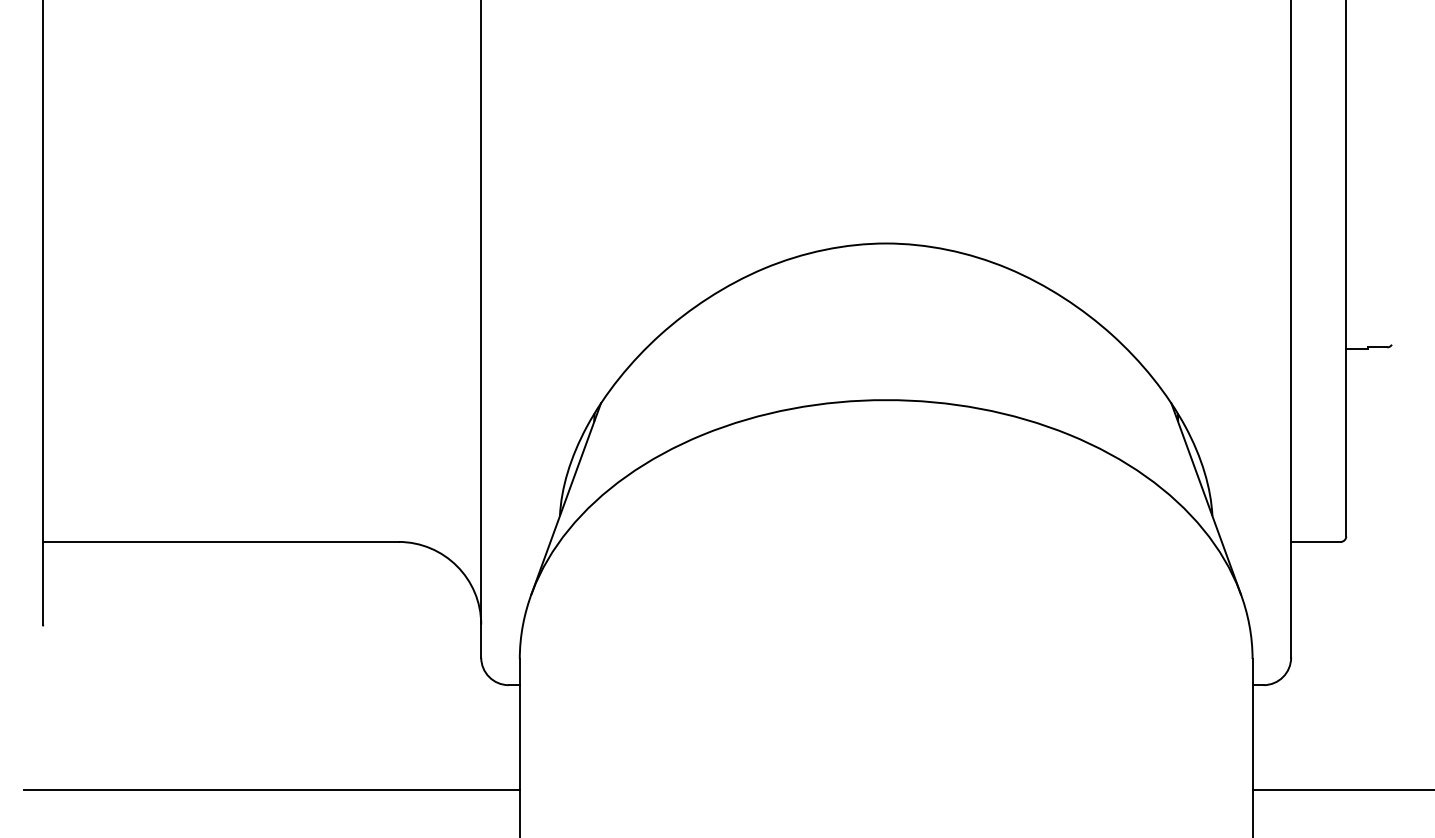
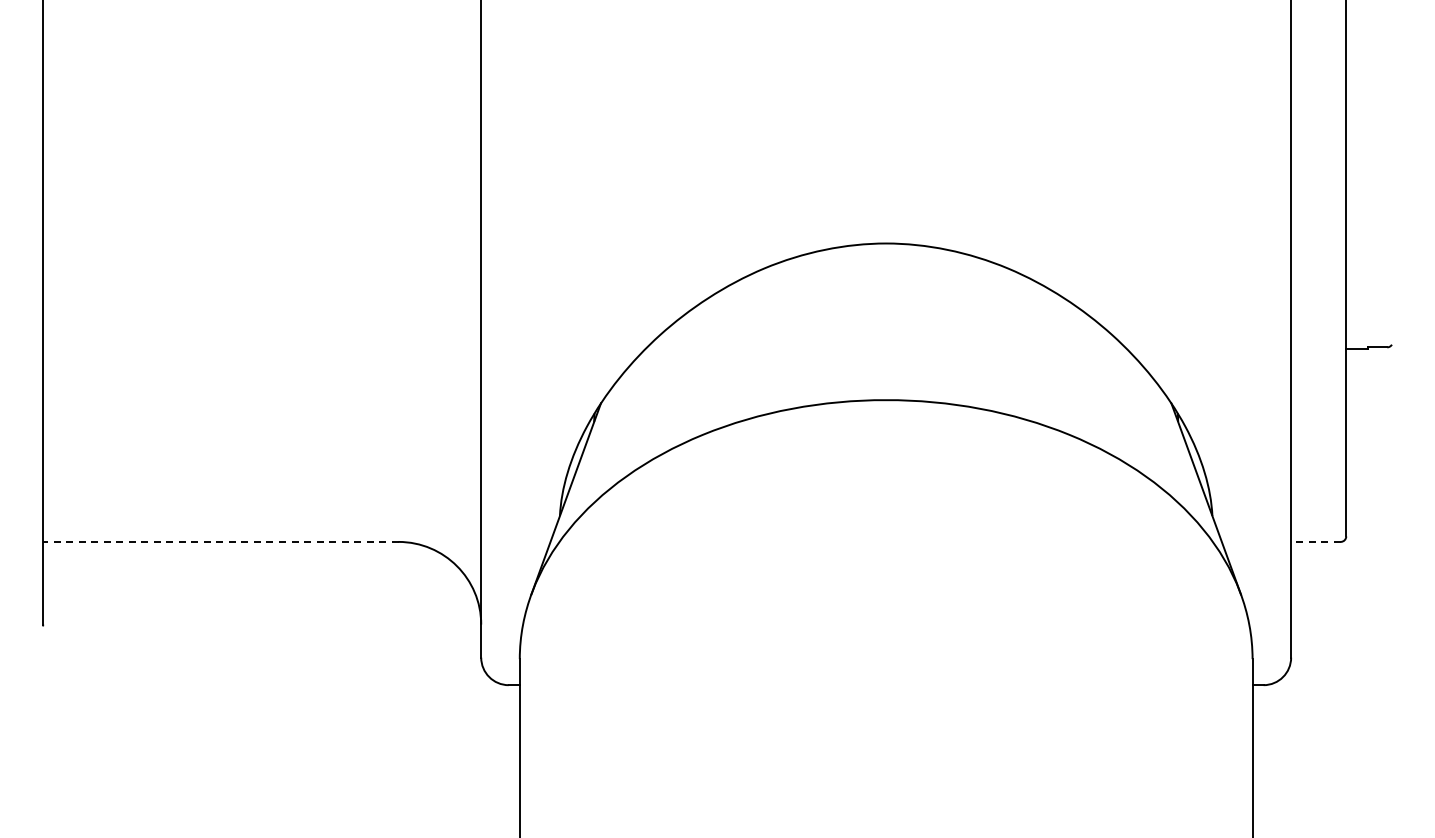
line at (220, 541): solid -> dashed
line at (1315, 541): solid -> dashed
line at (271, 789): present -> none
line at (1341, 789): present -> none
